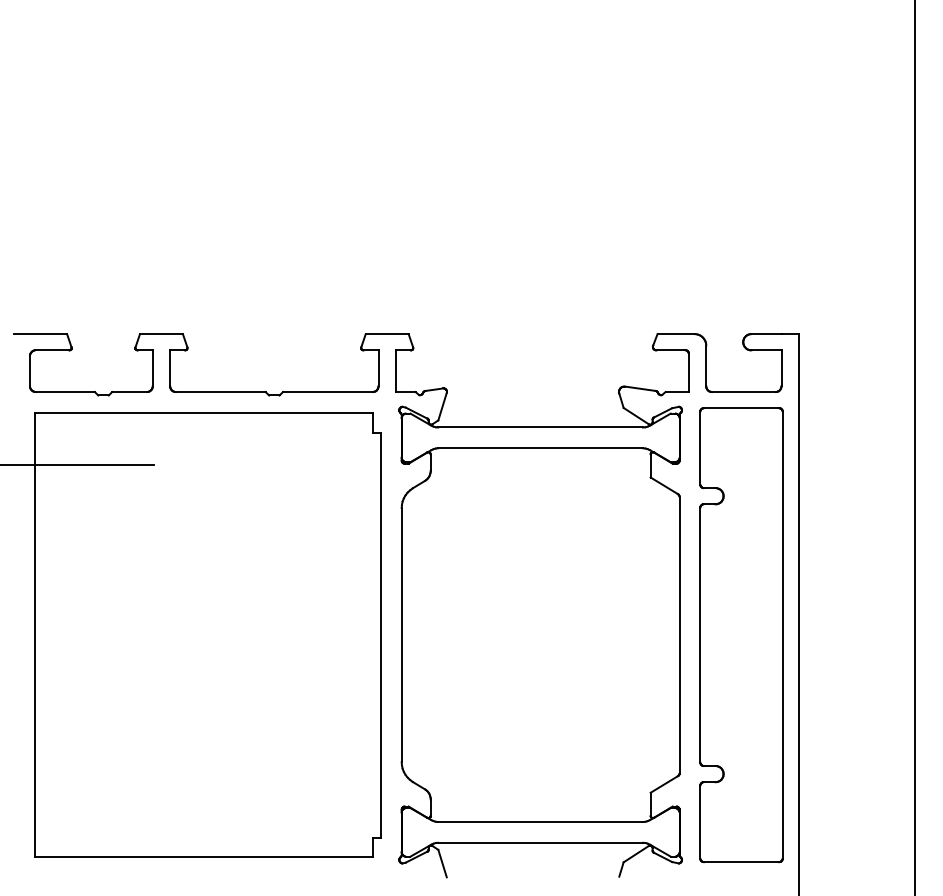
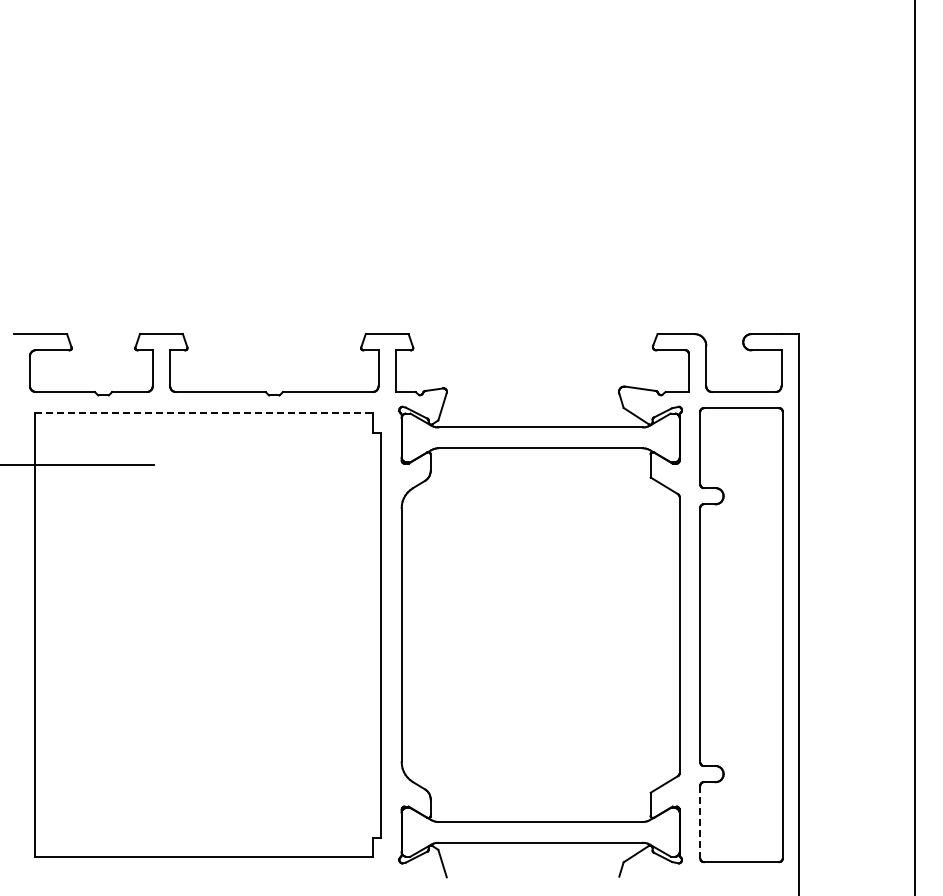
line at (204, 412): solid -> dashed
line at (700, 822): solid -> dashed
